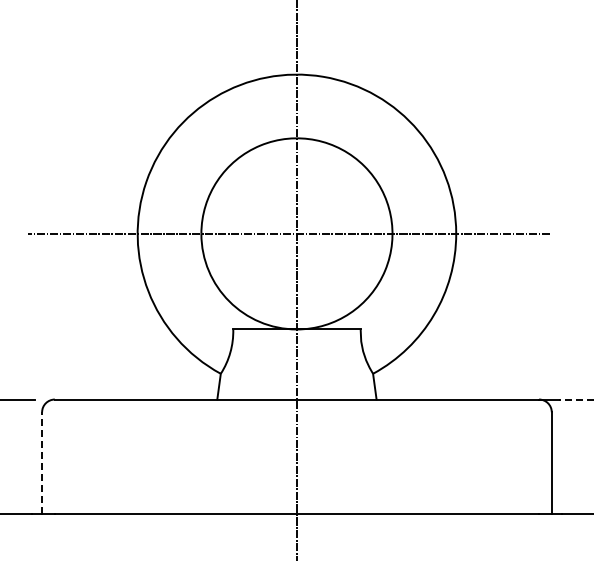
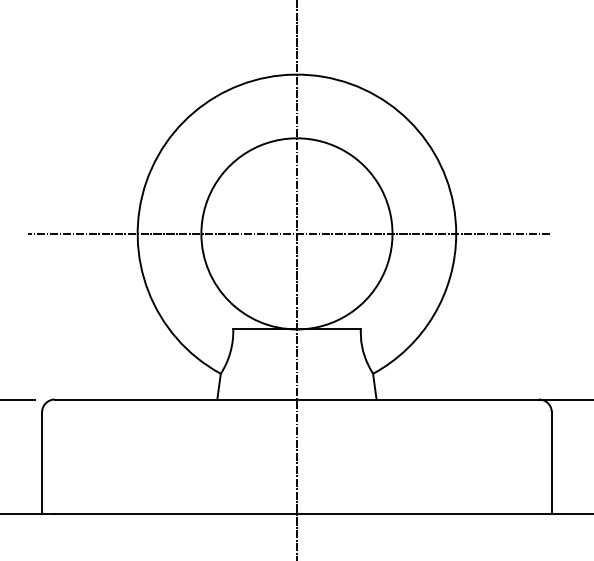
line at (575, 399): dashed -> solid
line at (42, 463): dashed -> solid
